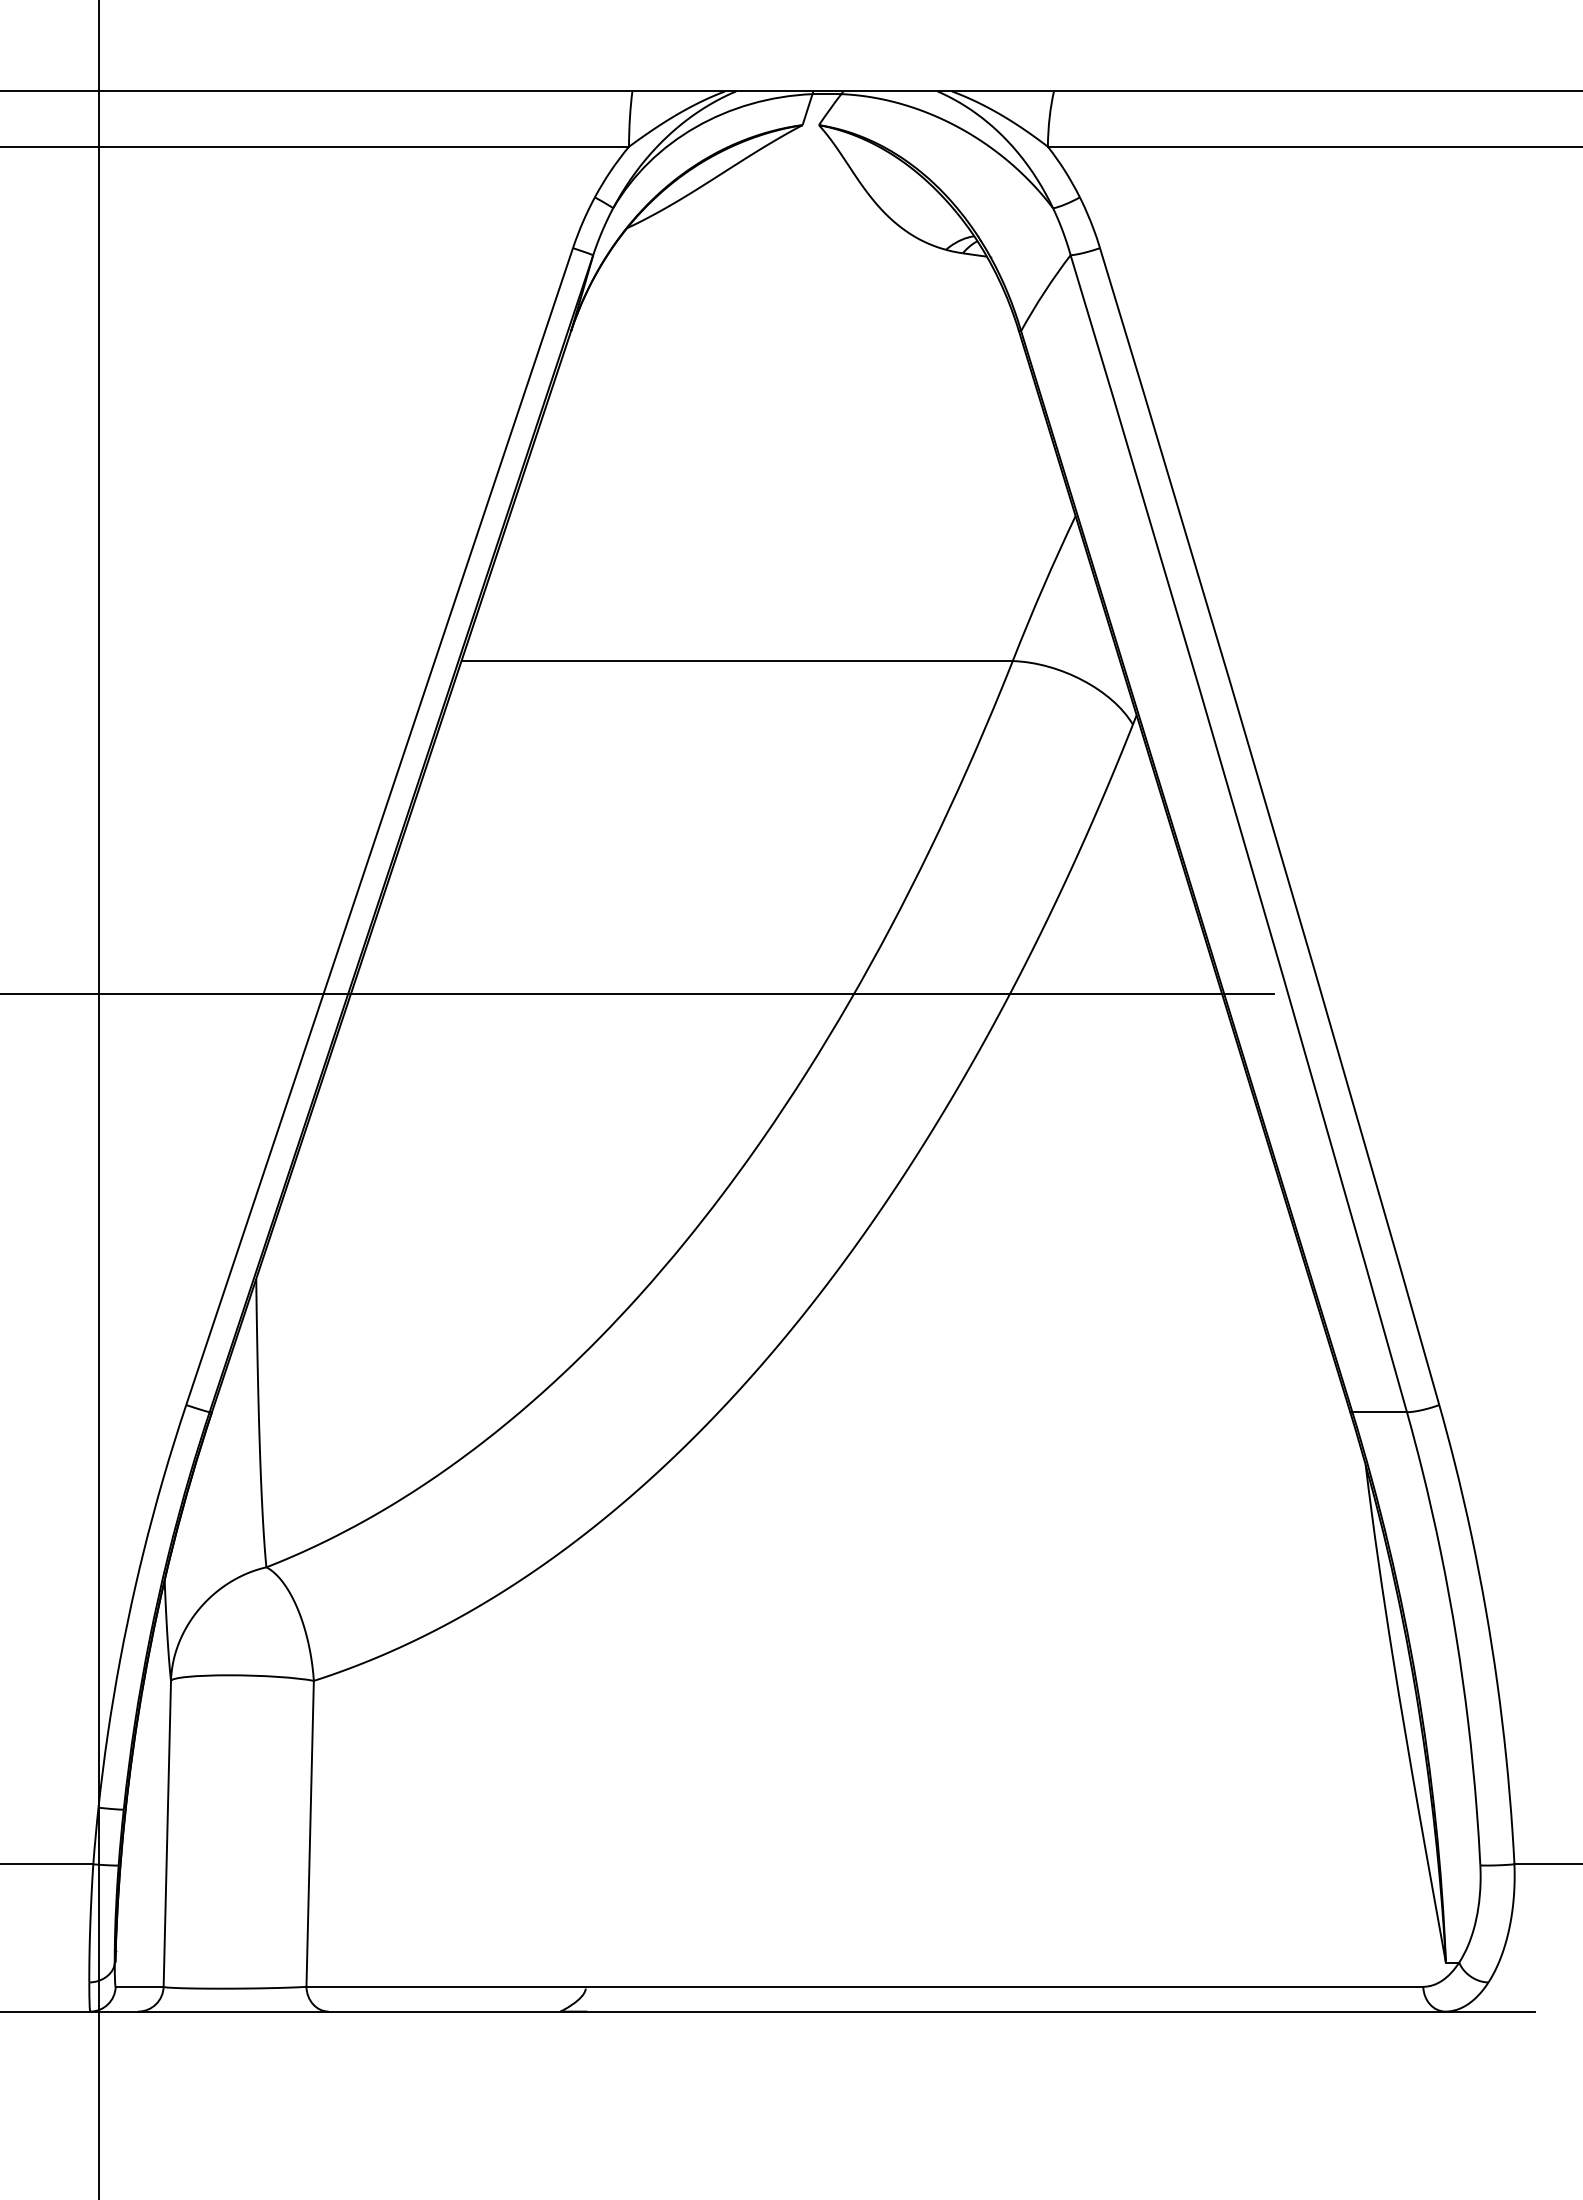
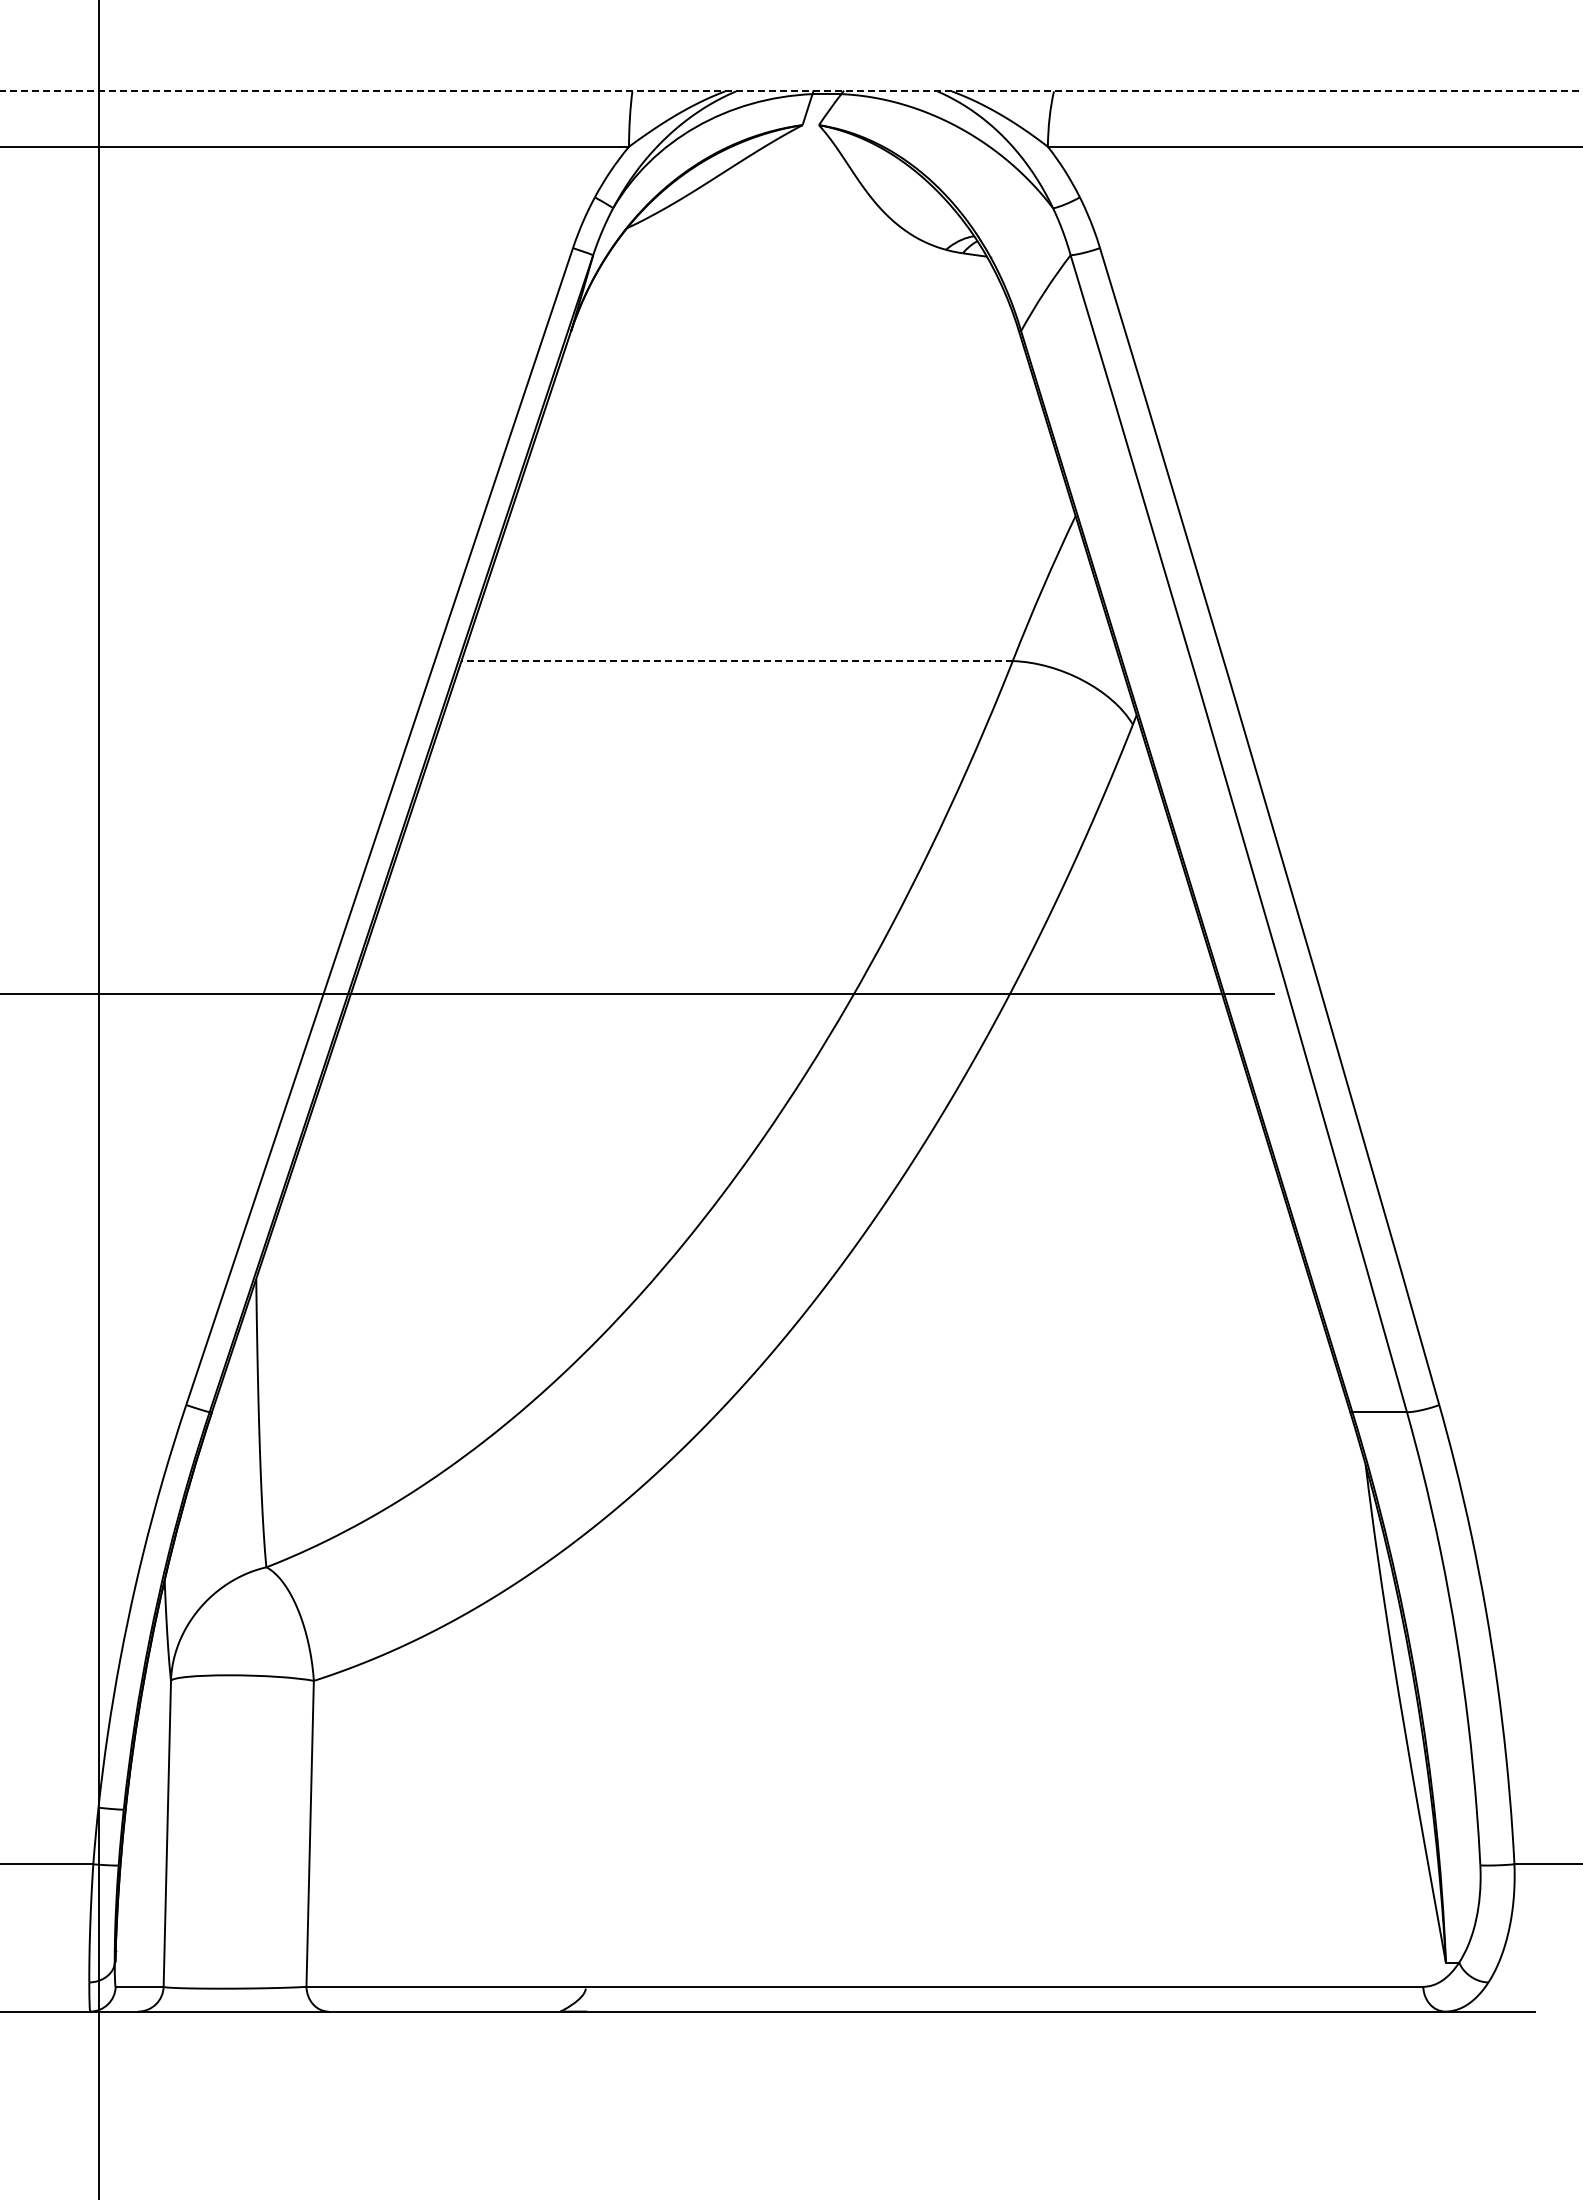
line at (791, 91): solid -> dashed
line at (737, 661): solid -> dashed
